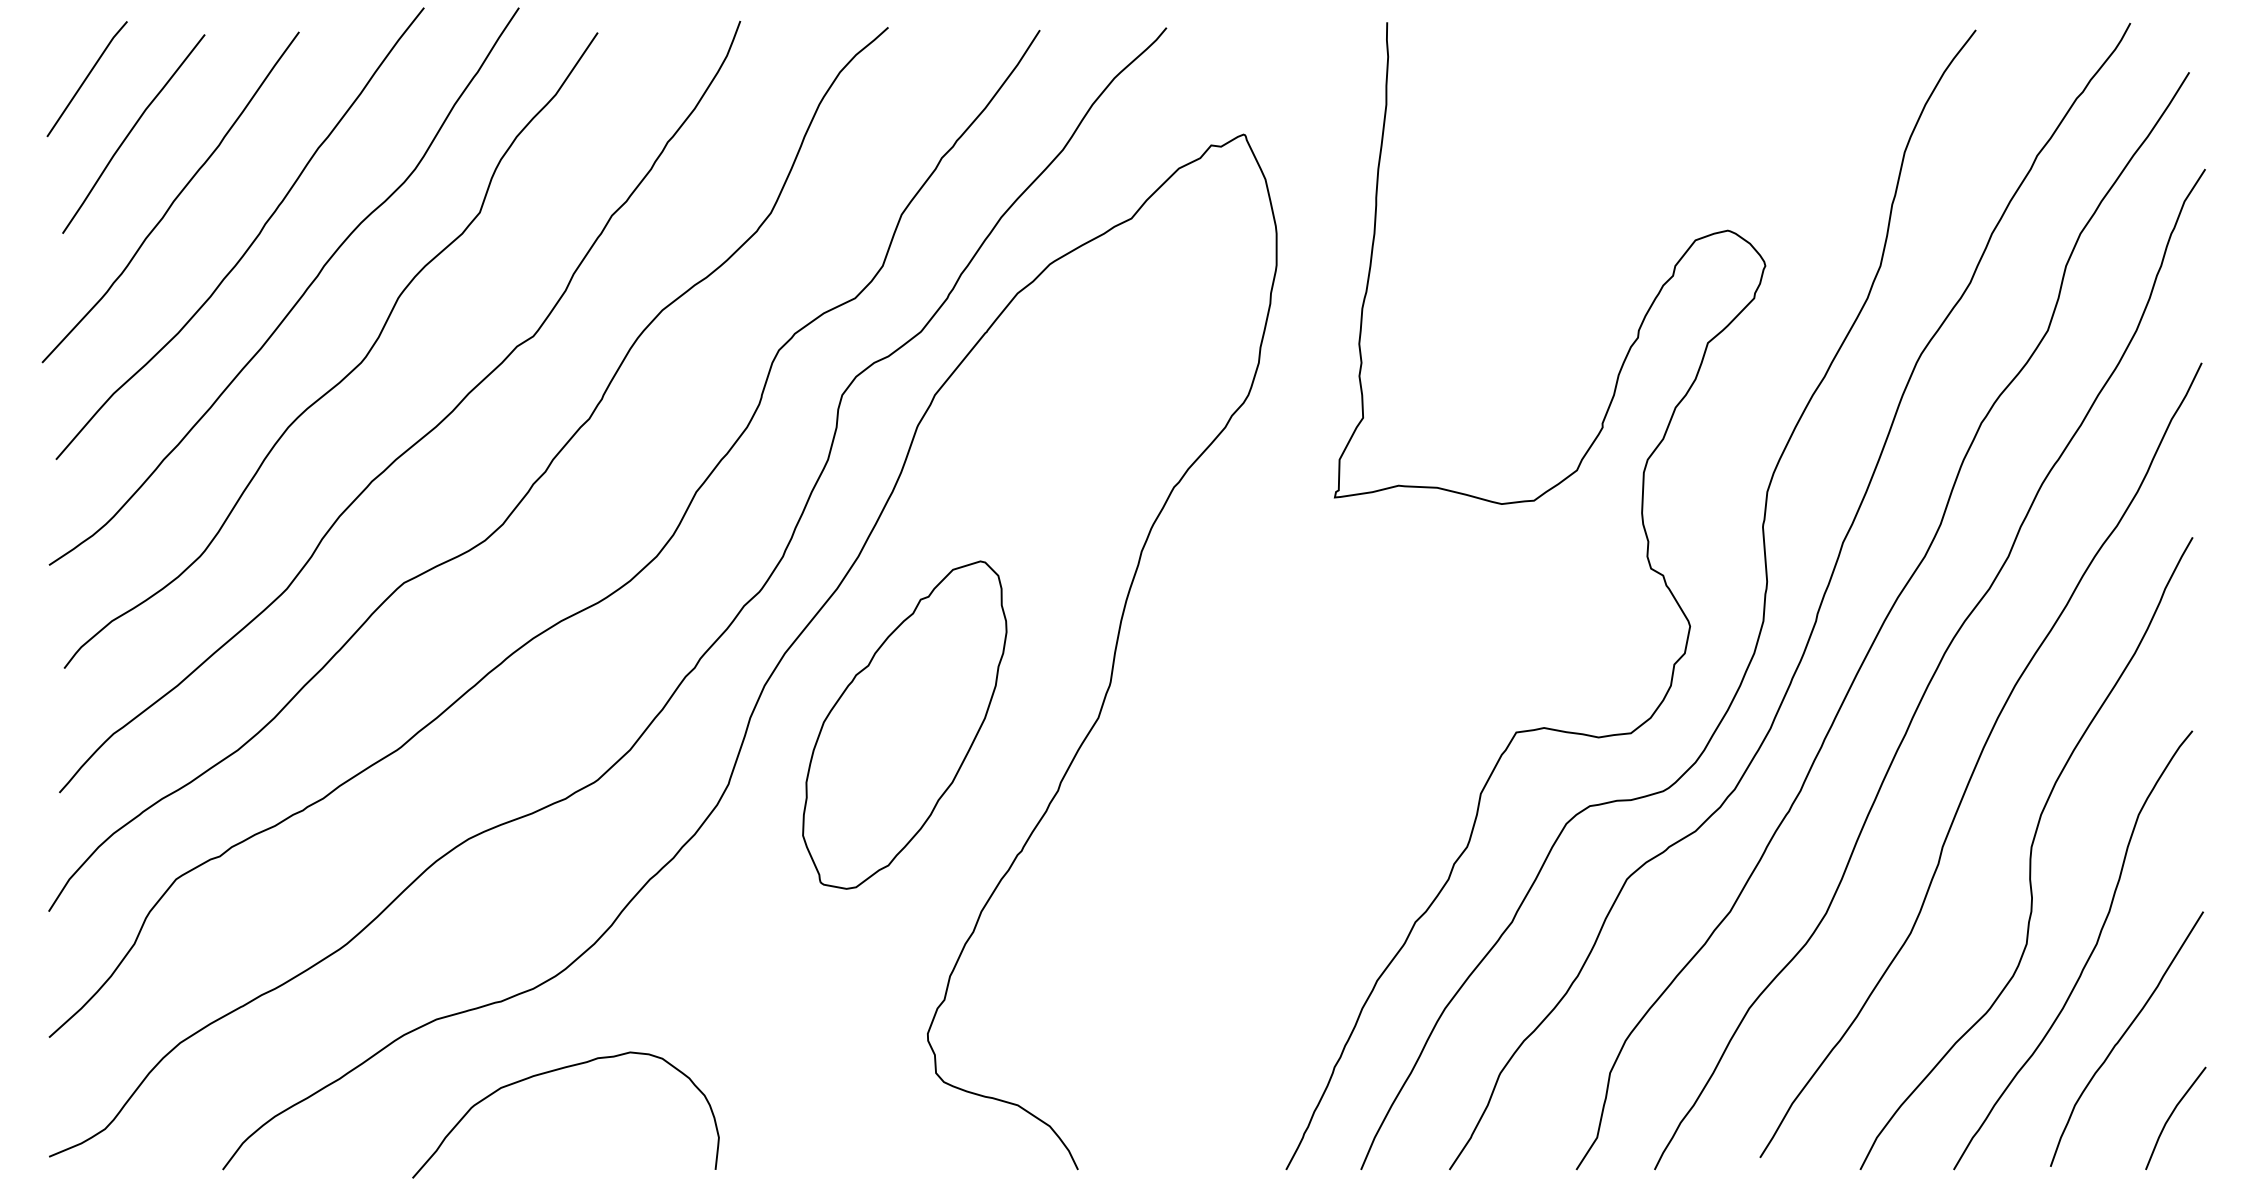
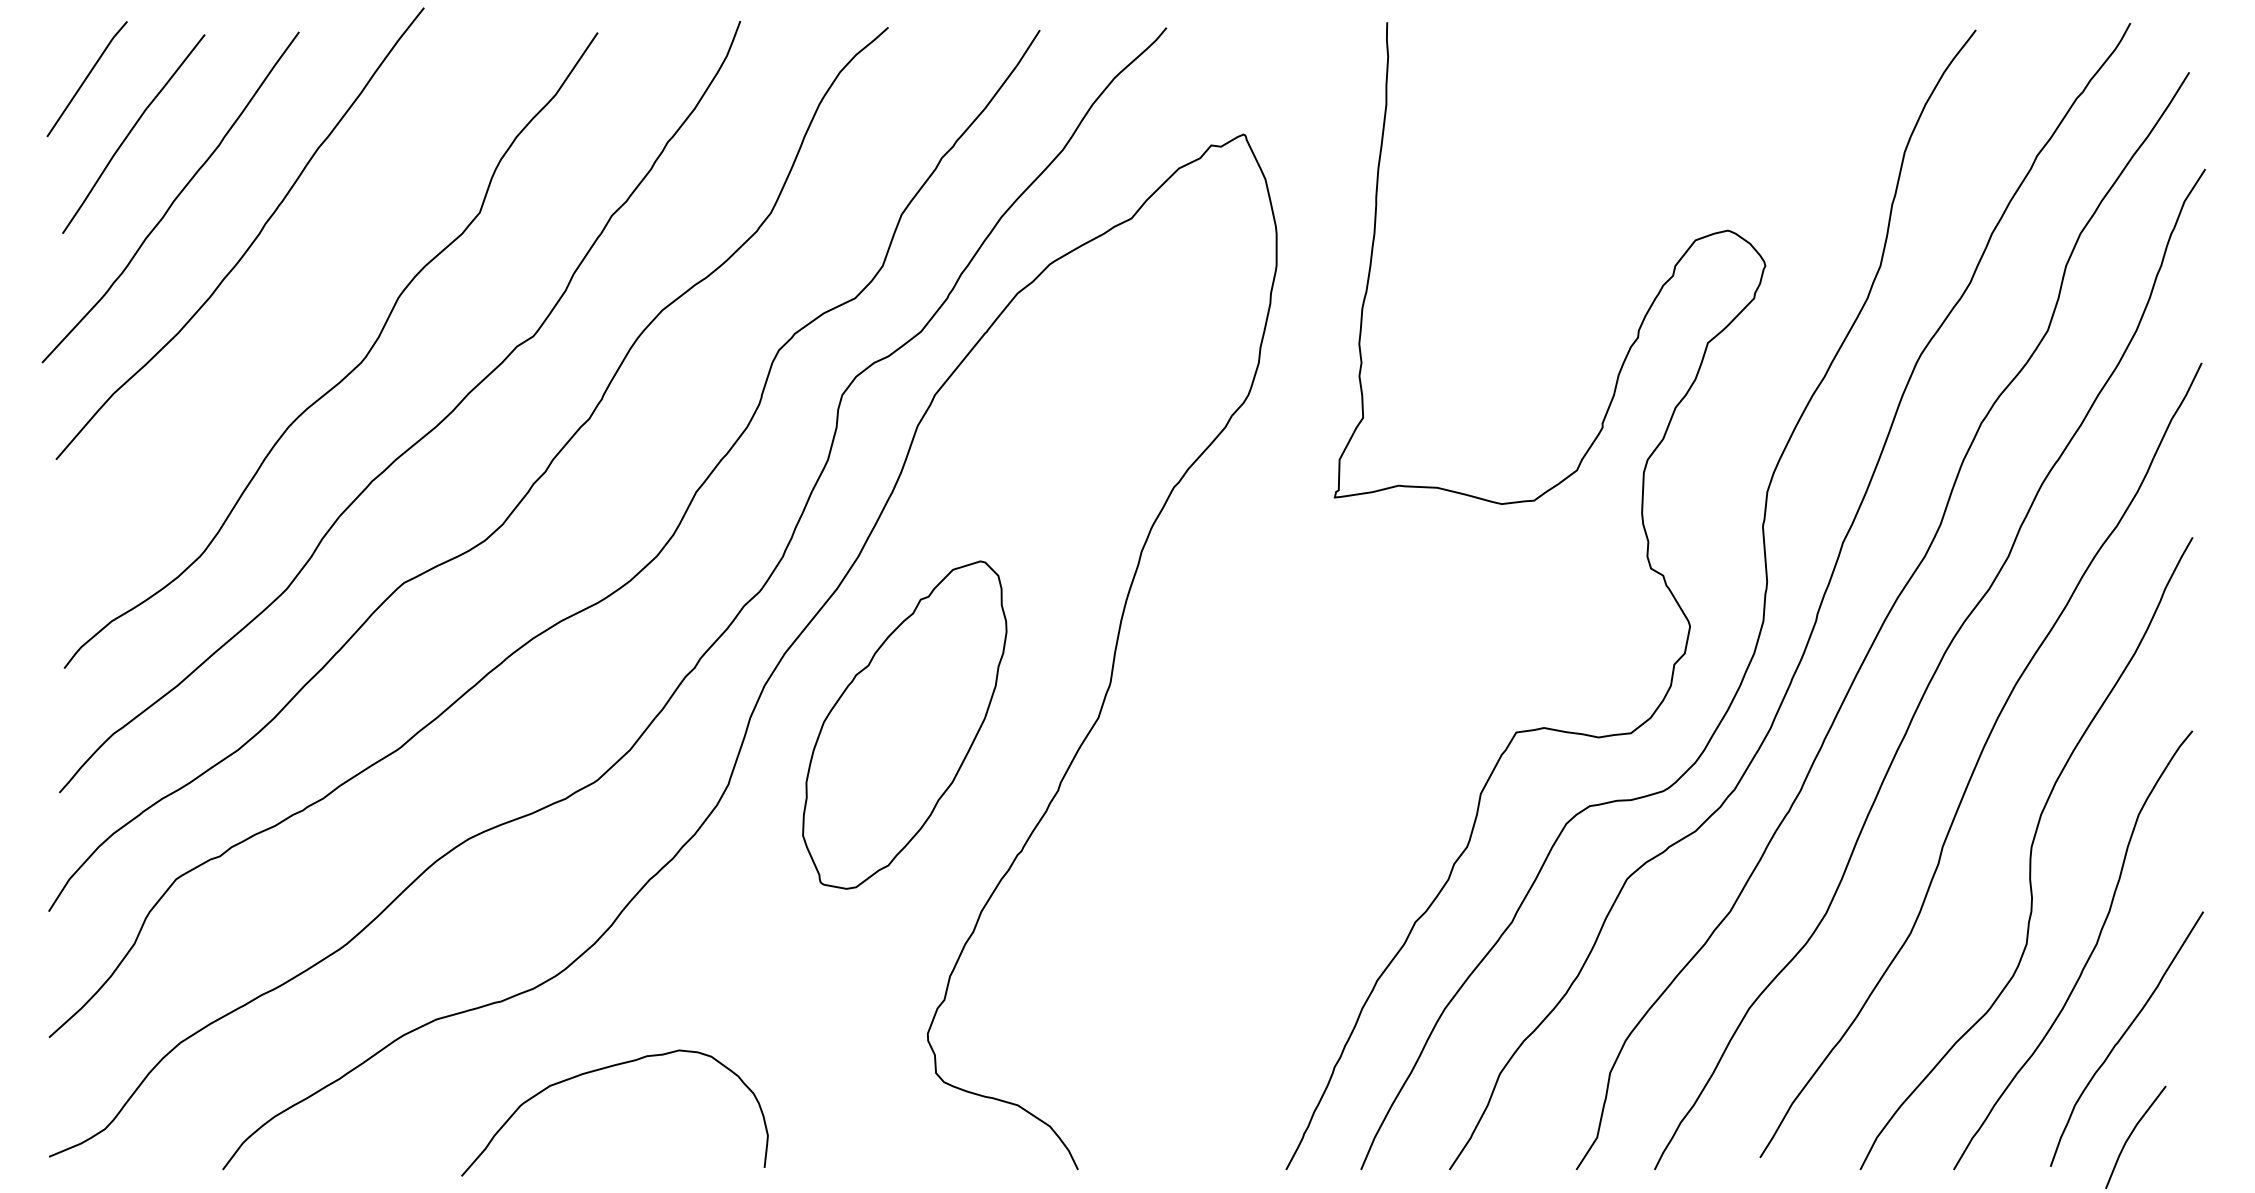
curve at (299, 297): present -> none
curve at (551, 1072) position: (551, 1072) -> (600, 1070)
line at (2171, 1116) position: (2171, 1116) -> (2131, 1135)
